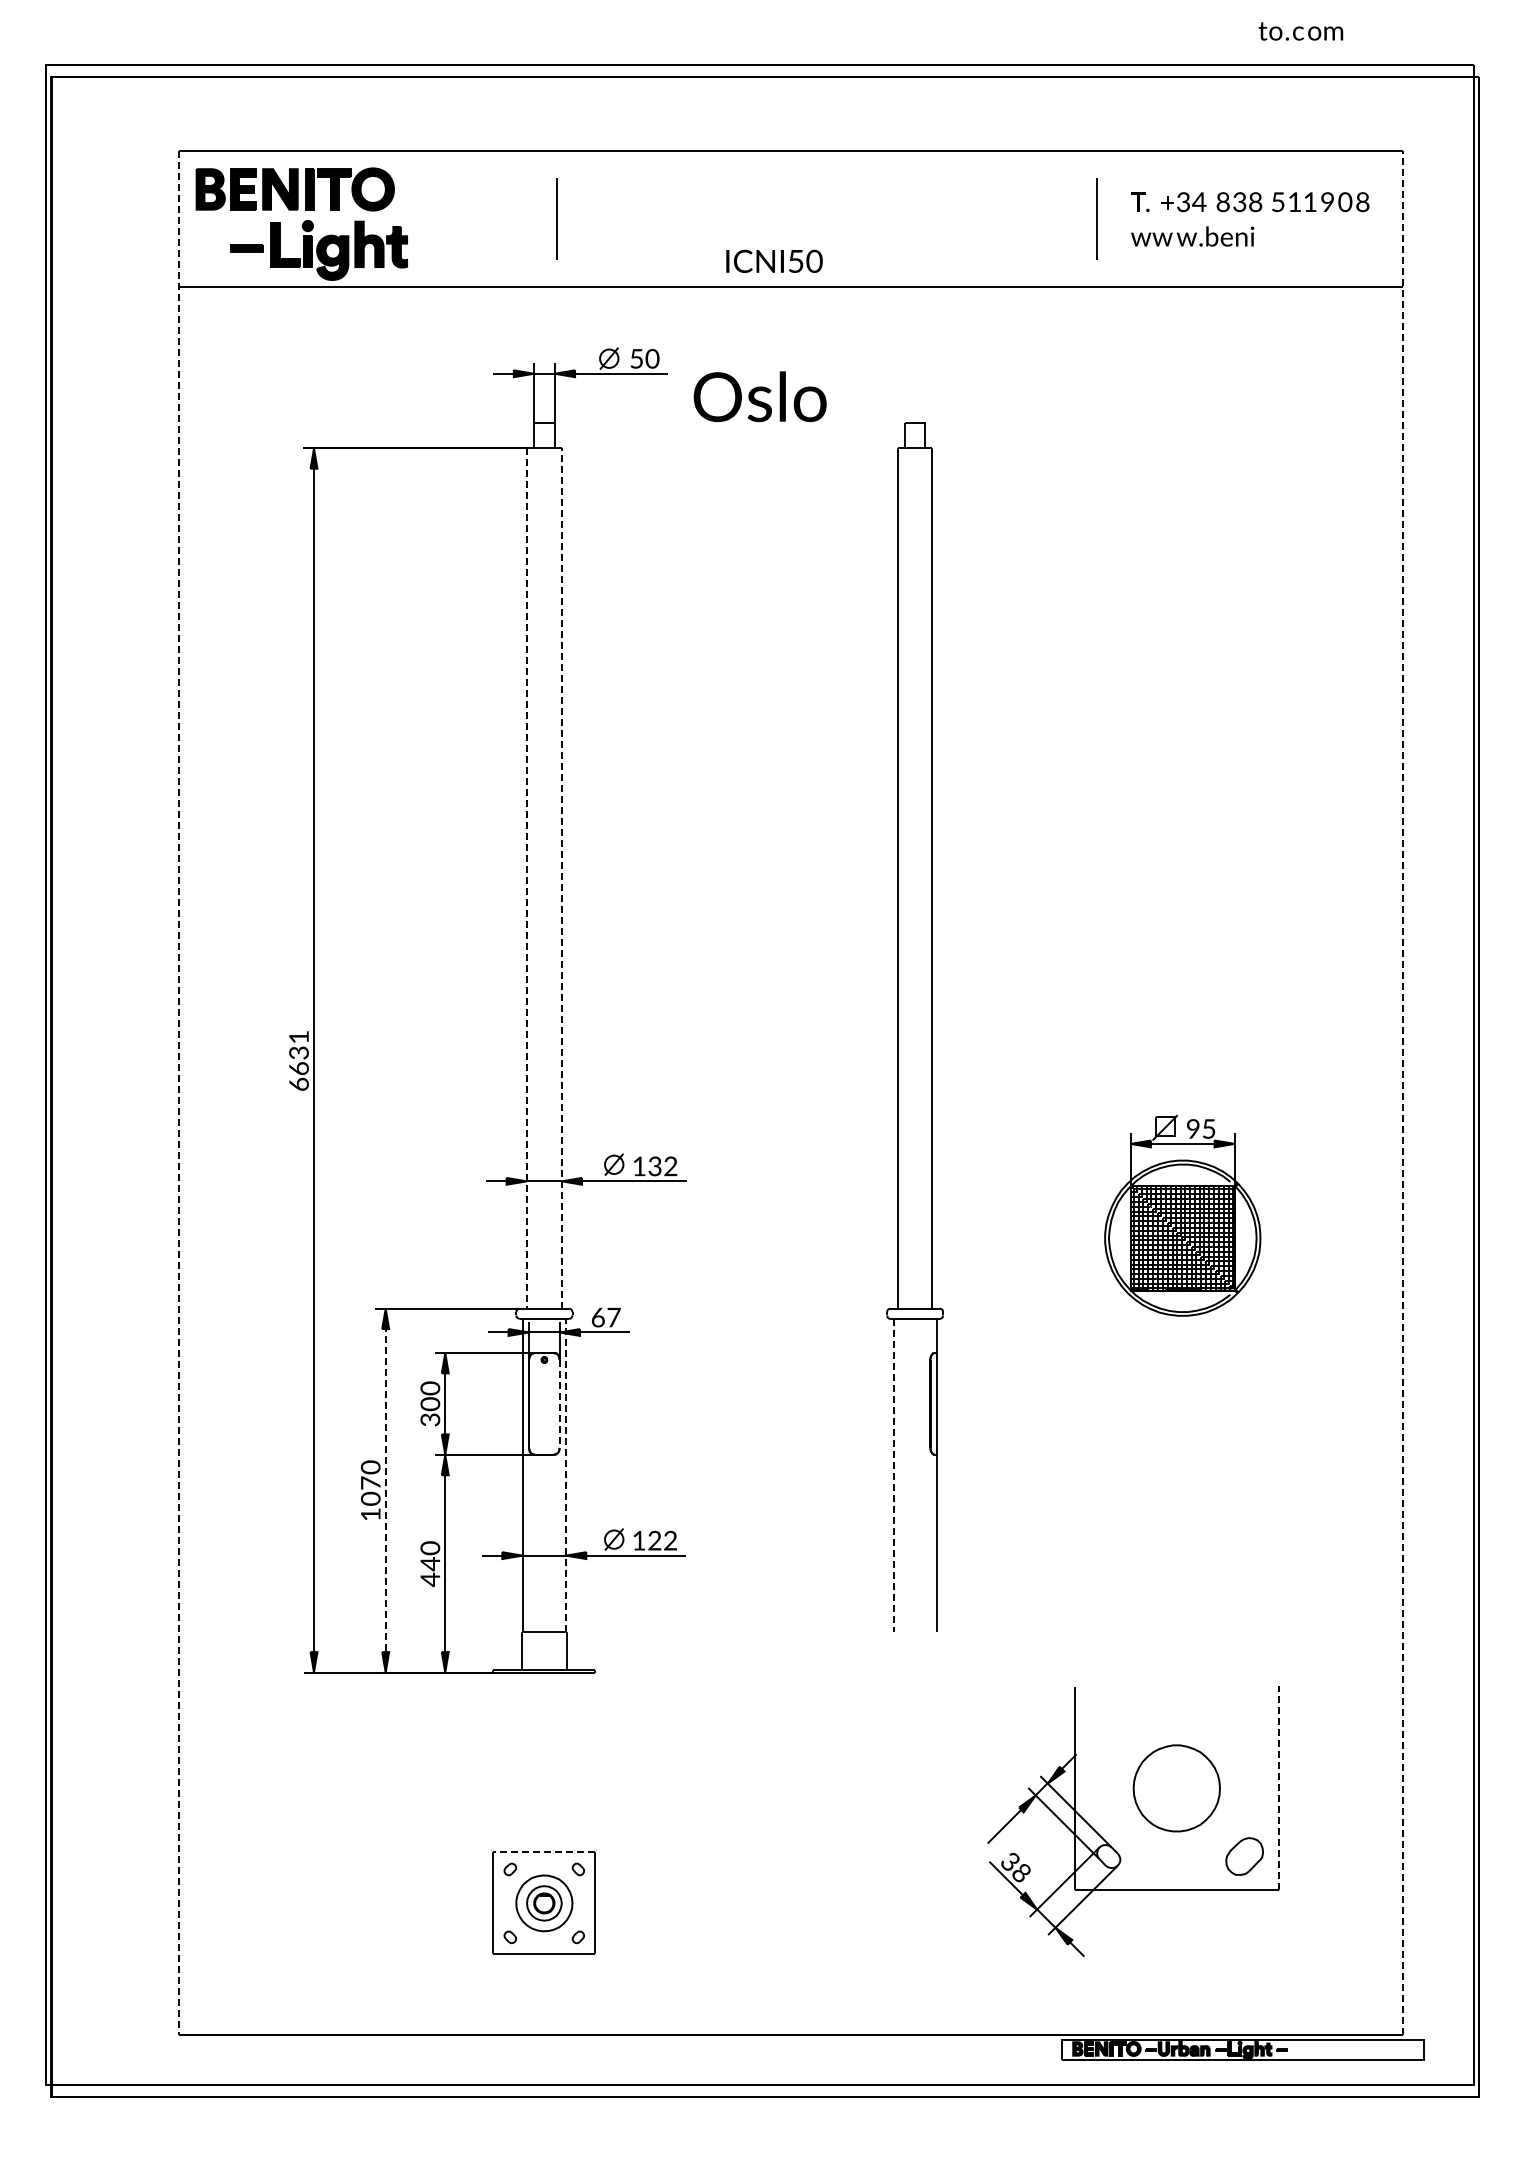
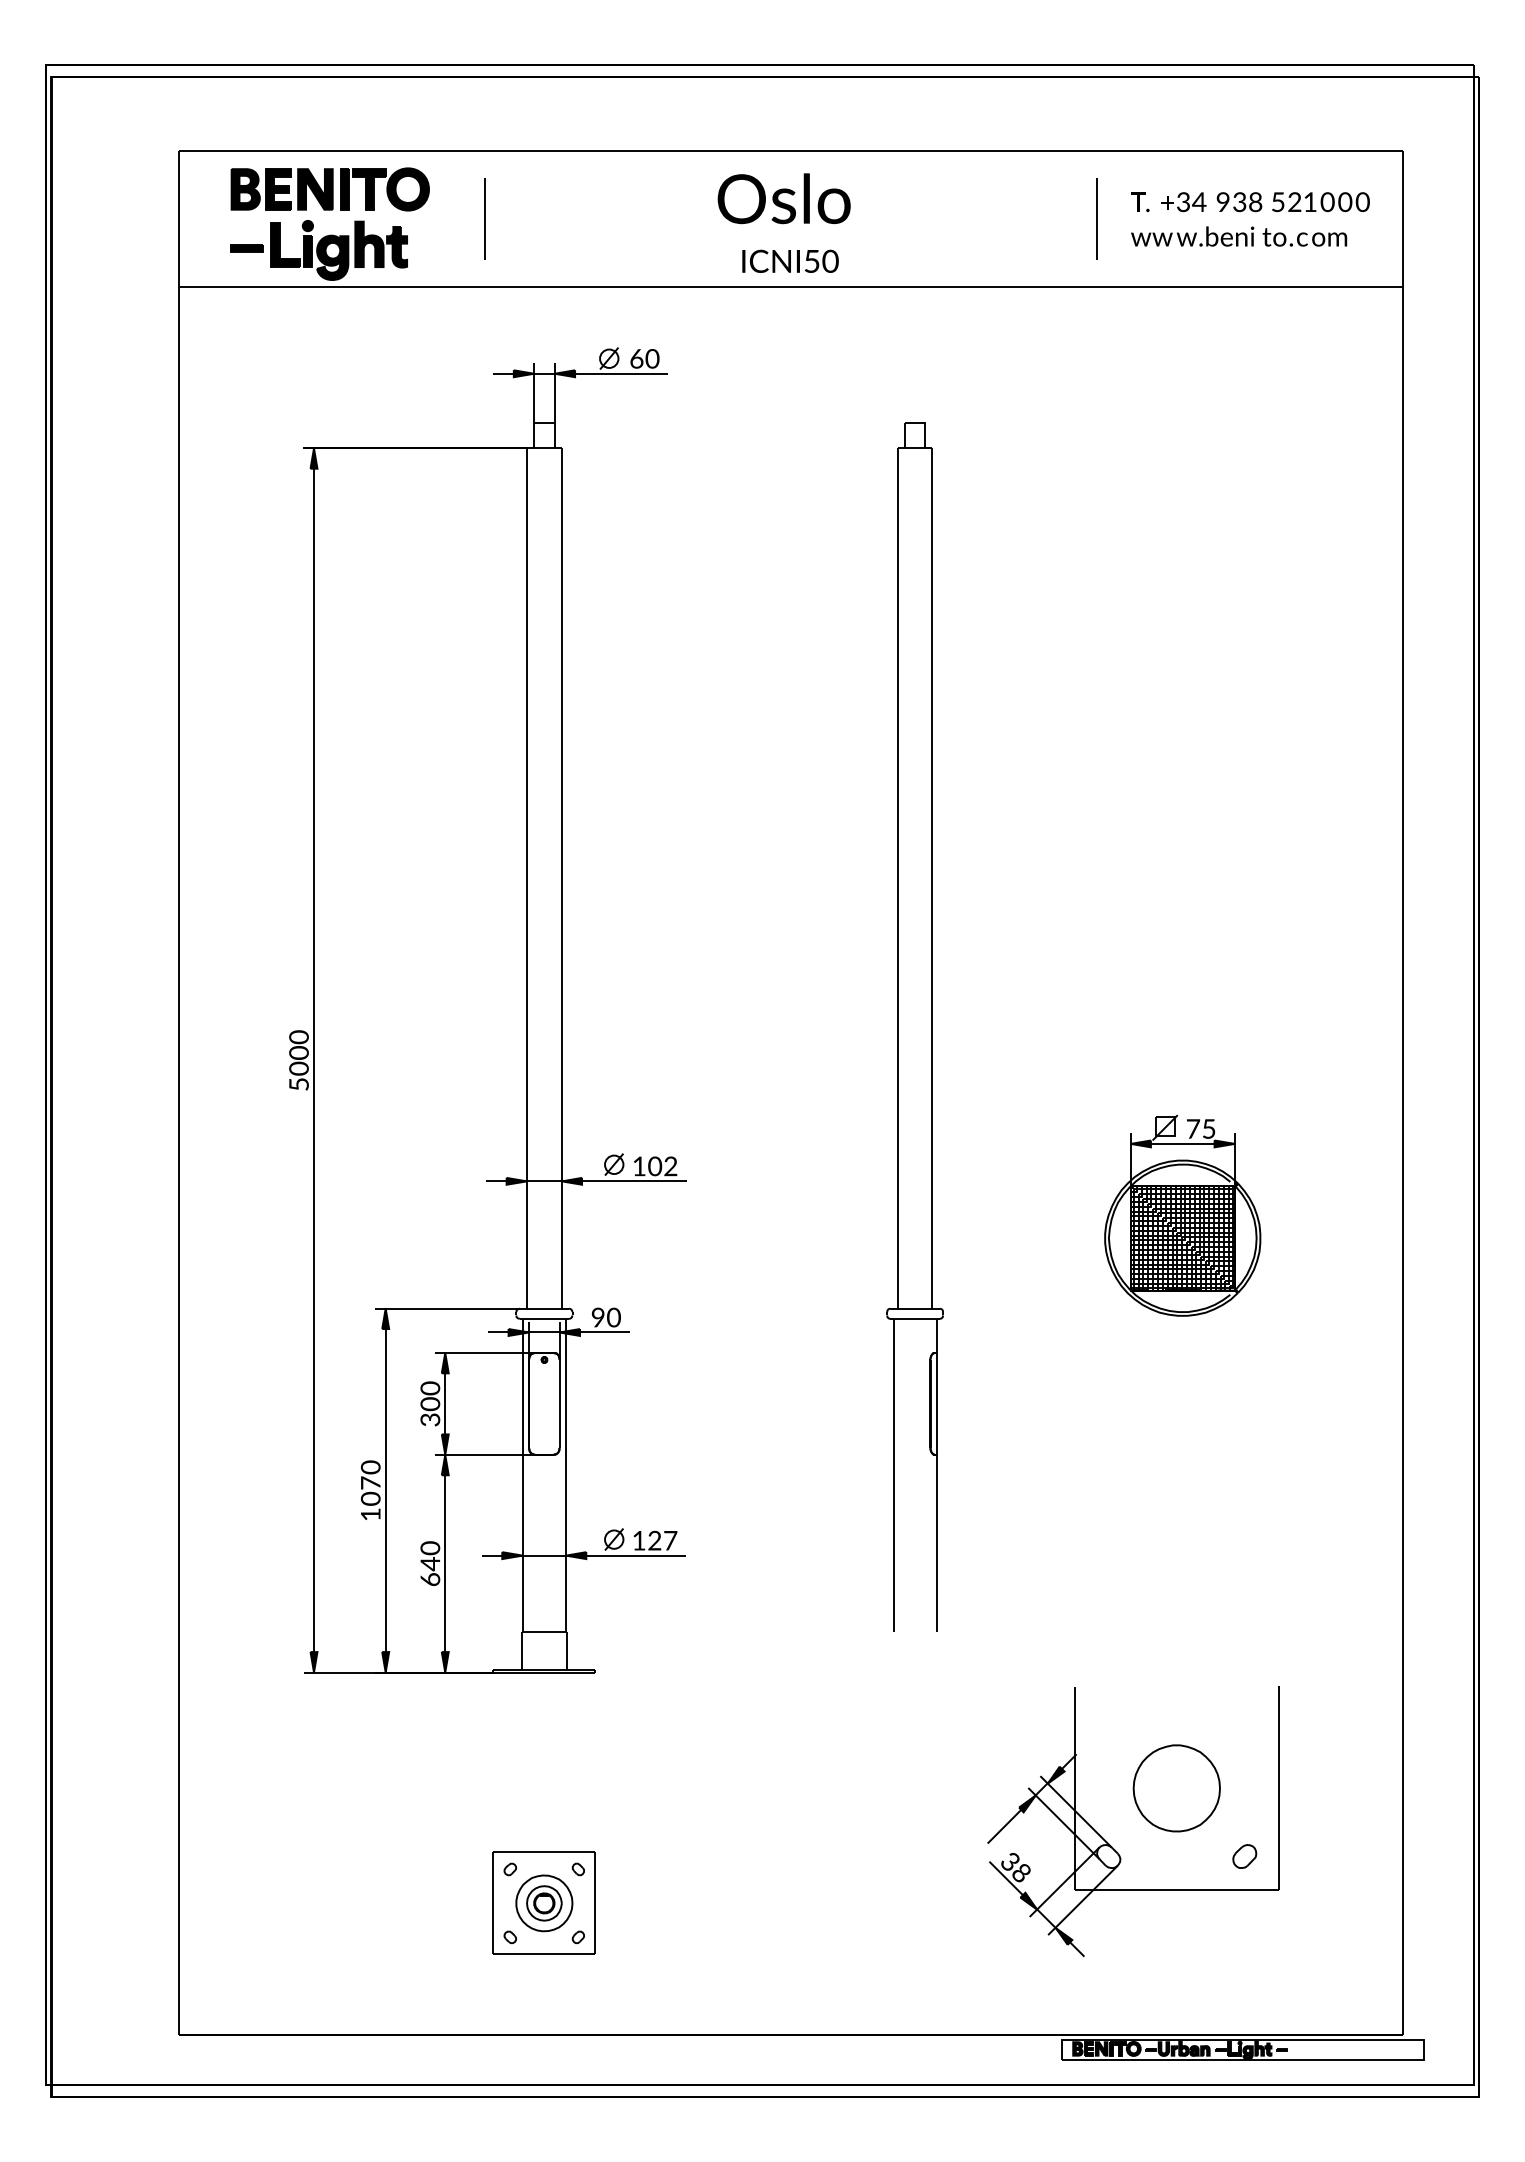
text at (1300, 31) position: (1300, 31) -> (1304, 237)
part at (294, 189) position: (294, 189) -> (329, 189)
text at (1294, 201): 1 -> 2
text at (1327, 202): 9 -> 0
text at (1362, 202): 8 -> 0
text at (1222, 203): 8 -> 9
line at (556, 218) position: (556, 218) -> (484, 218)
text at (774, 260) position: (774, 260) -> (790, 260)
text at (636, 358): 50 -> 60
text at (759, 396) position: (759, 396) -> (783, 198)
line at (561, 877): dashed -> solid
line at (527, 878): dashed -> solid
text at (298, 1060): 6631 -> 5000
line at (1403, 1092): dashed -> solid
line at (178, 1093): dashed -> solid
text at (1193, 1128): 95 -> 75
text at (655, 1166): 132 -> 102
text at (605, 1317): 67 -> 90
line at (559, 1404): dashed -> solid
line at (565, 1475): dashed -> solid
line at (893, 1475): dashed -> solid
line at (385, 1489): dashed -> solid
text at (670, 1540): 122 -> 127
text at (430, 1579): 440 -> 640
line at (1278, 1787): dashed -> solid
line at (543, 1852): dashed -> solid
part at (1244, 1856) size: 39x39 px -> 26x25 px
